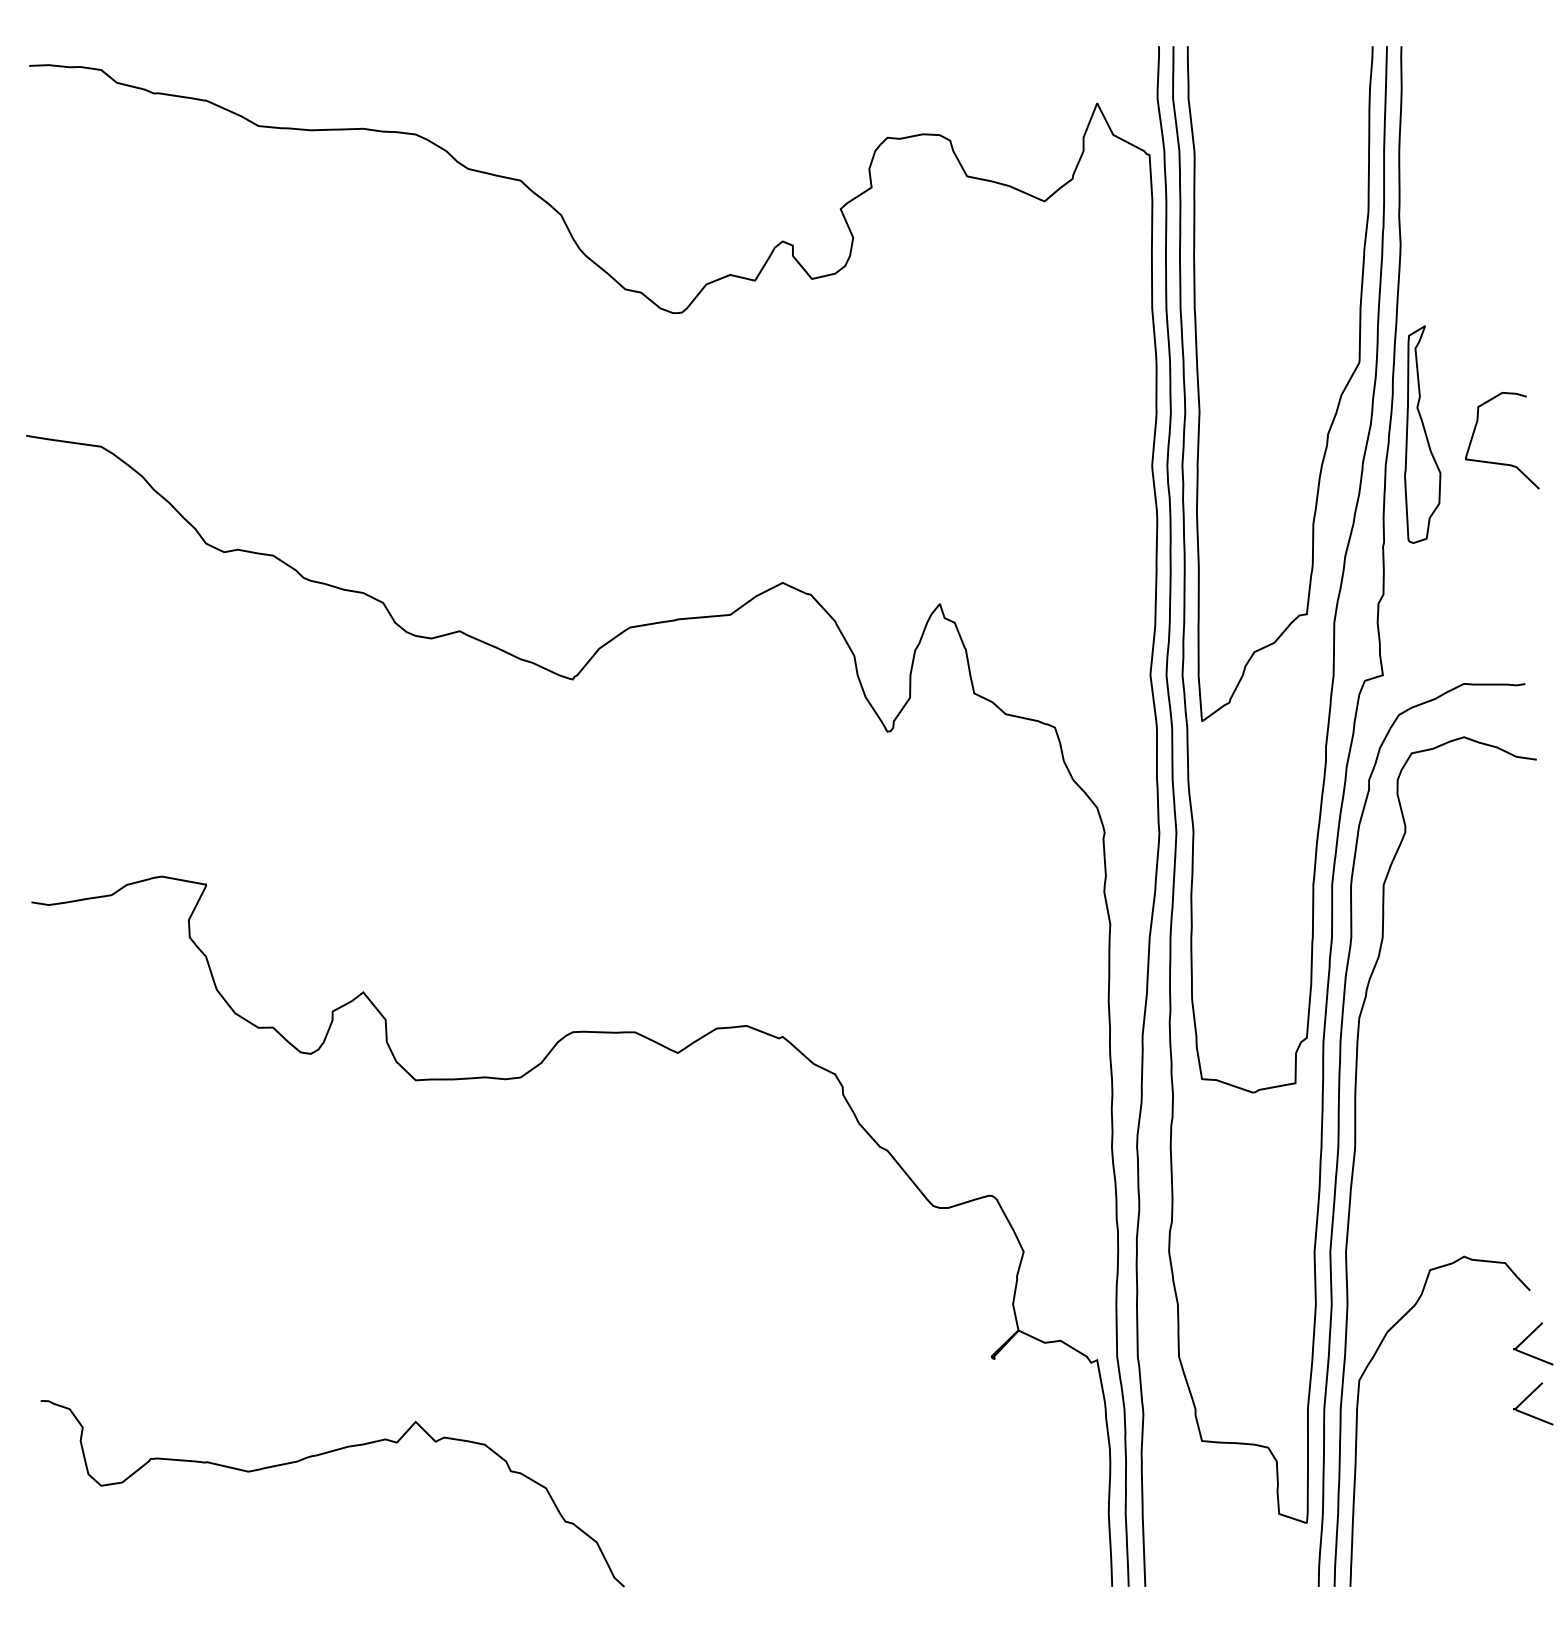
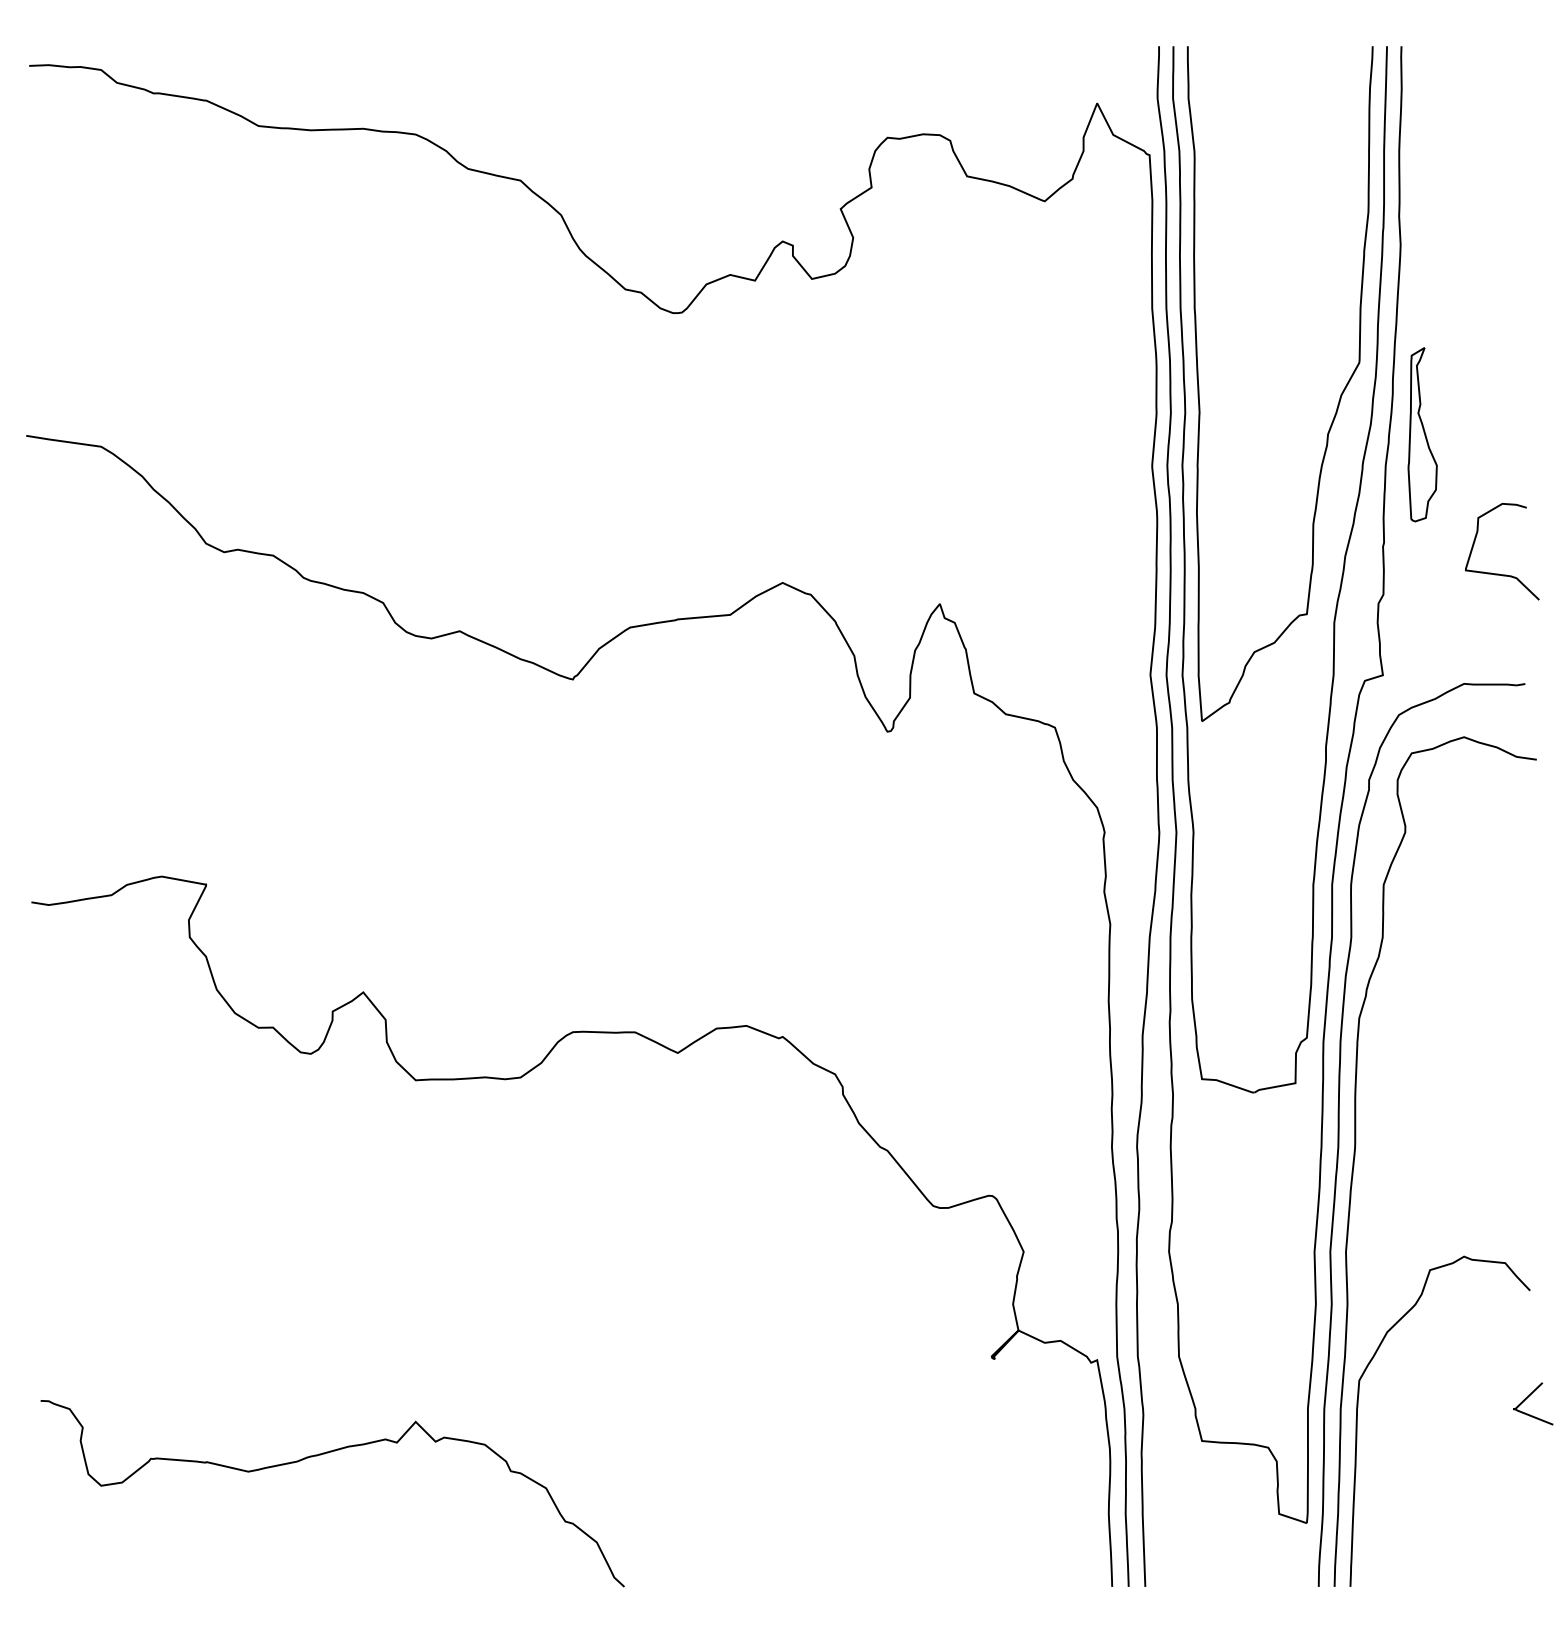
part at (1422, 434) size: 38x219 px -> 31x176 px
curve at (1499, 462) position: (1499, 462) -> (1499, 573)
curve at (1528, 1337): present -> none
